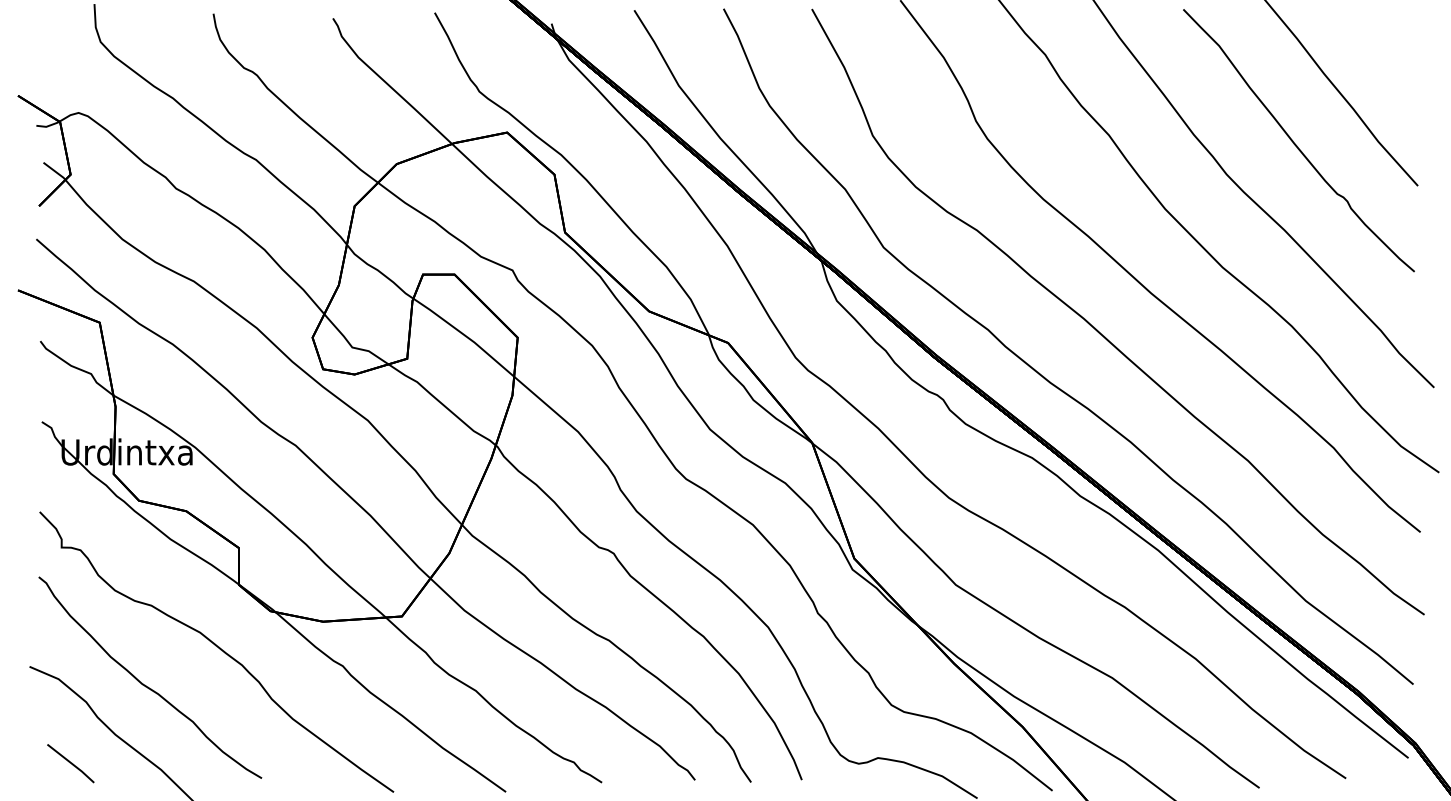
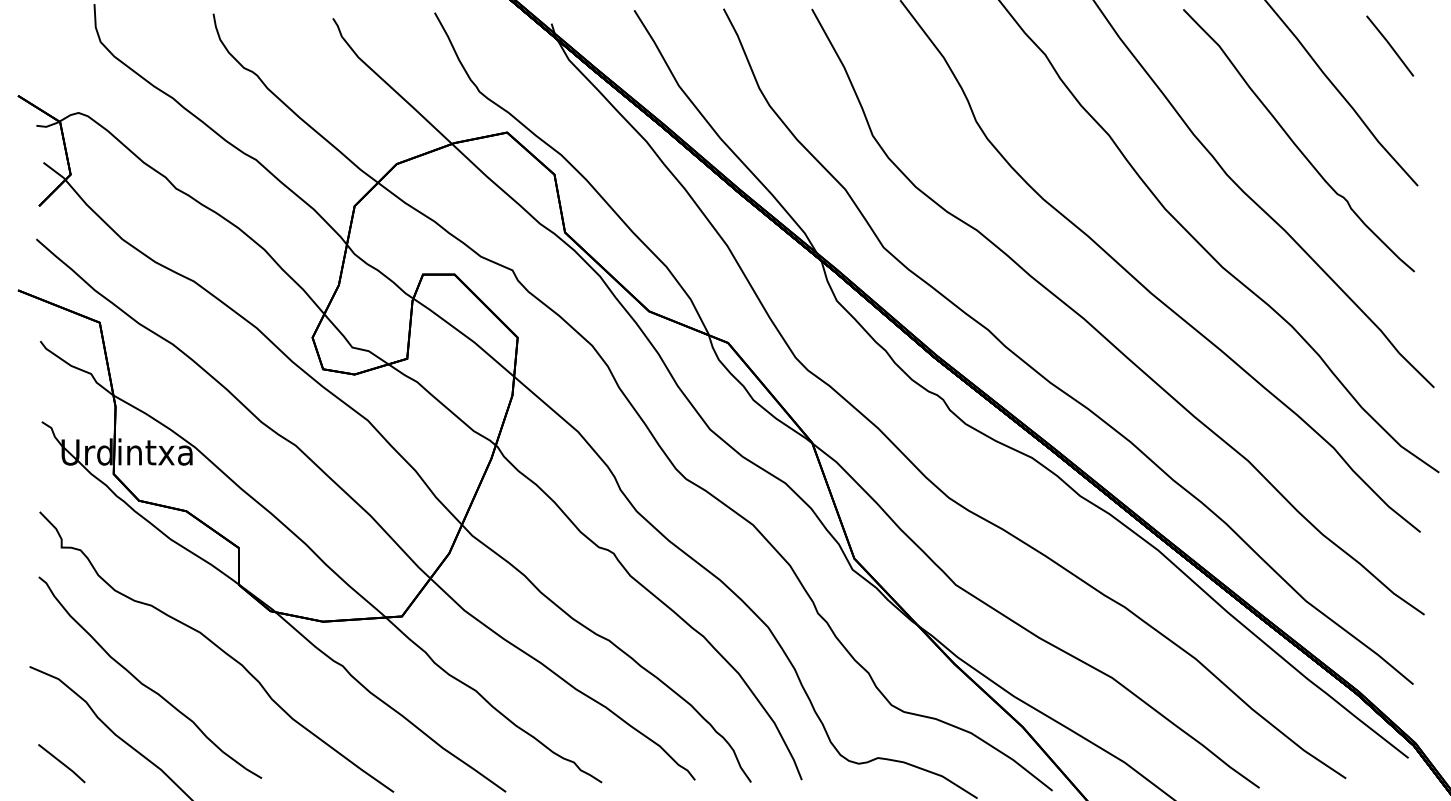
line at (1390, 45): none -> present
line at (70, 763) position: (70, 763) -> (61, 763)
